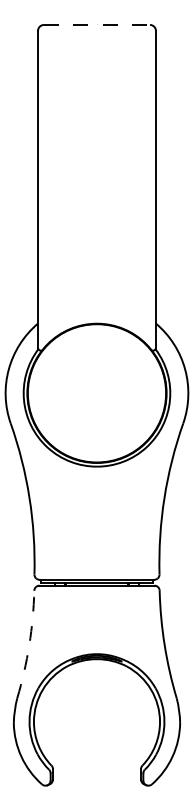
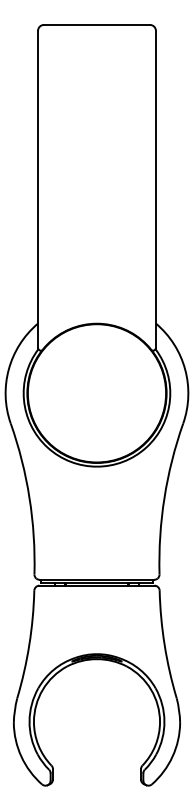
line at (97, 24): dashed -> solid
arc at (29, 645): dashed -> solid
